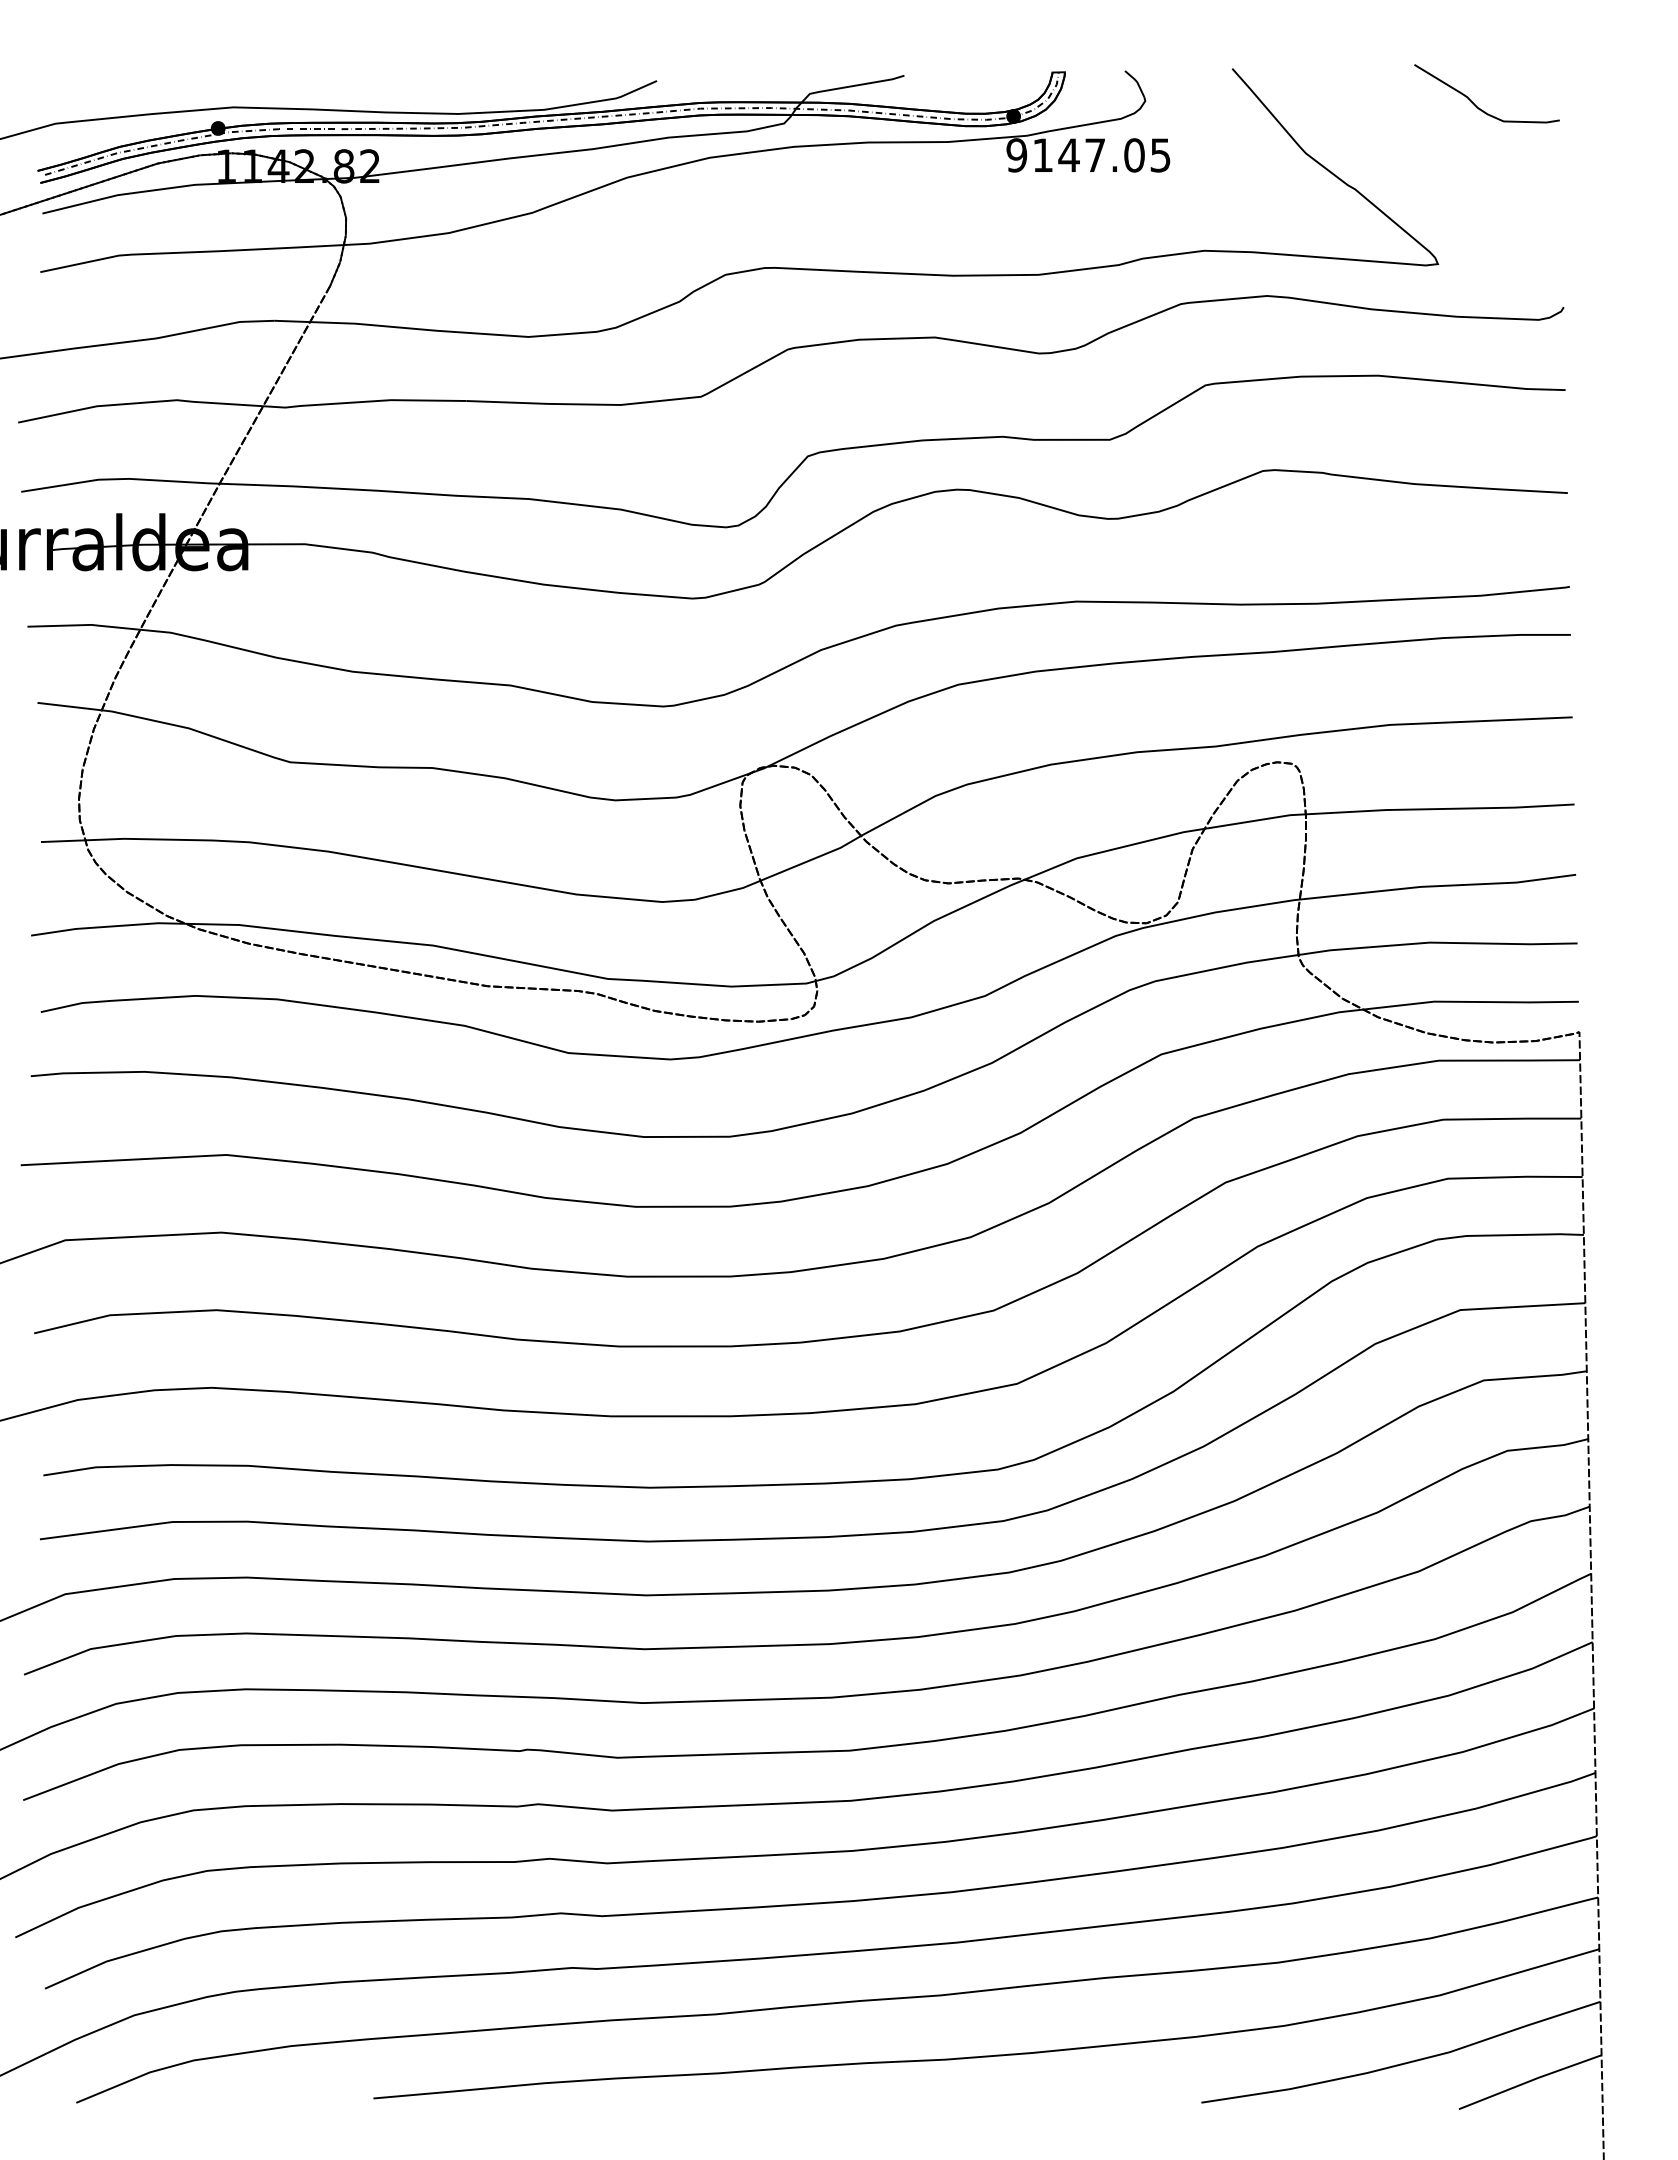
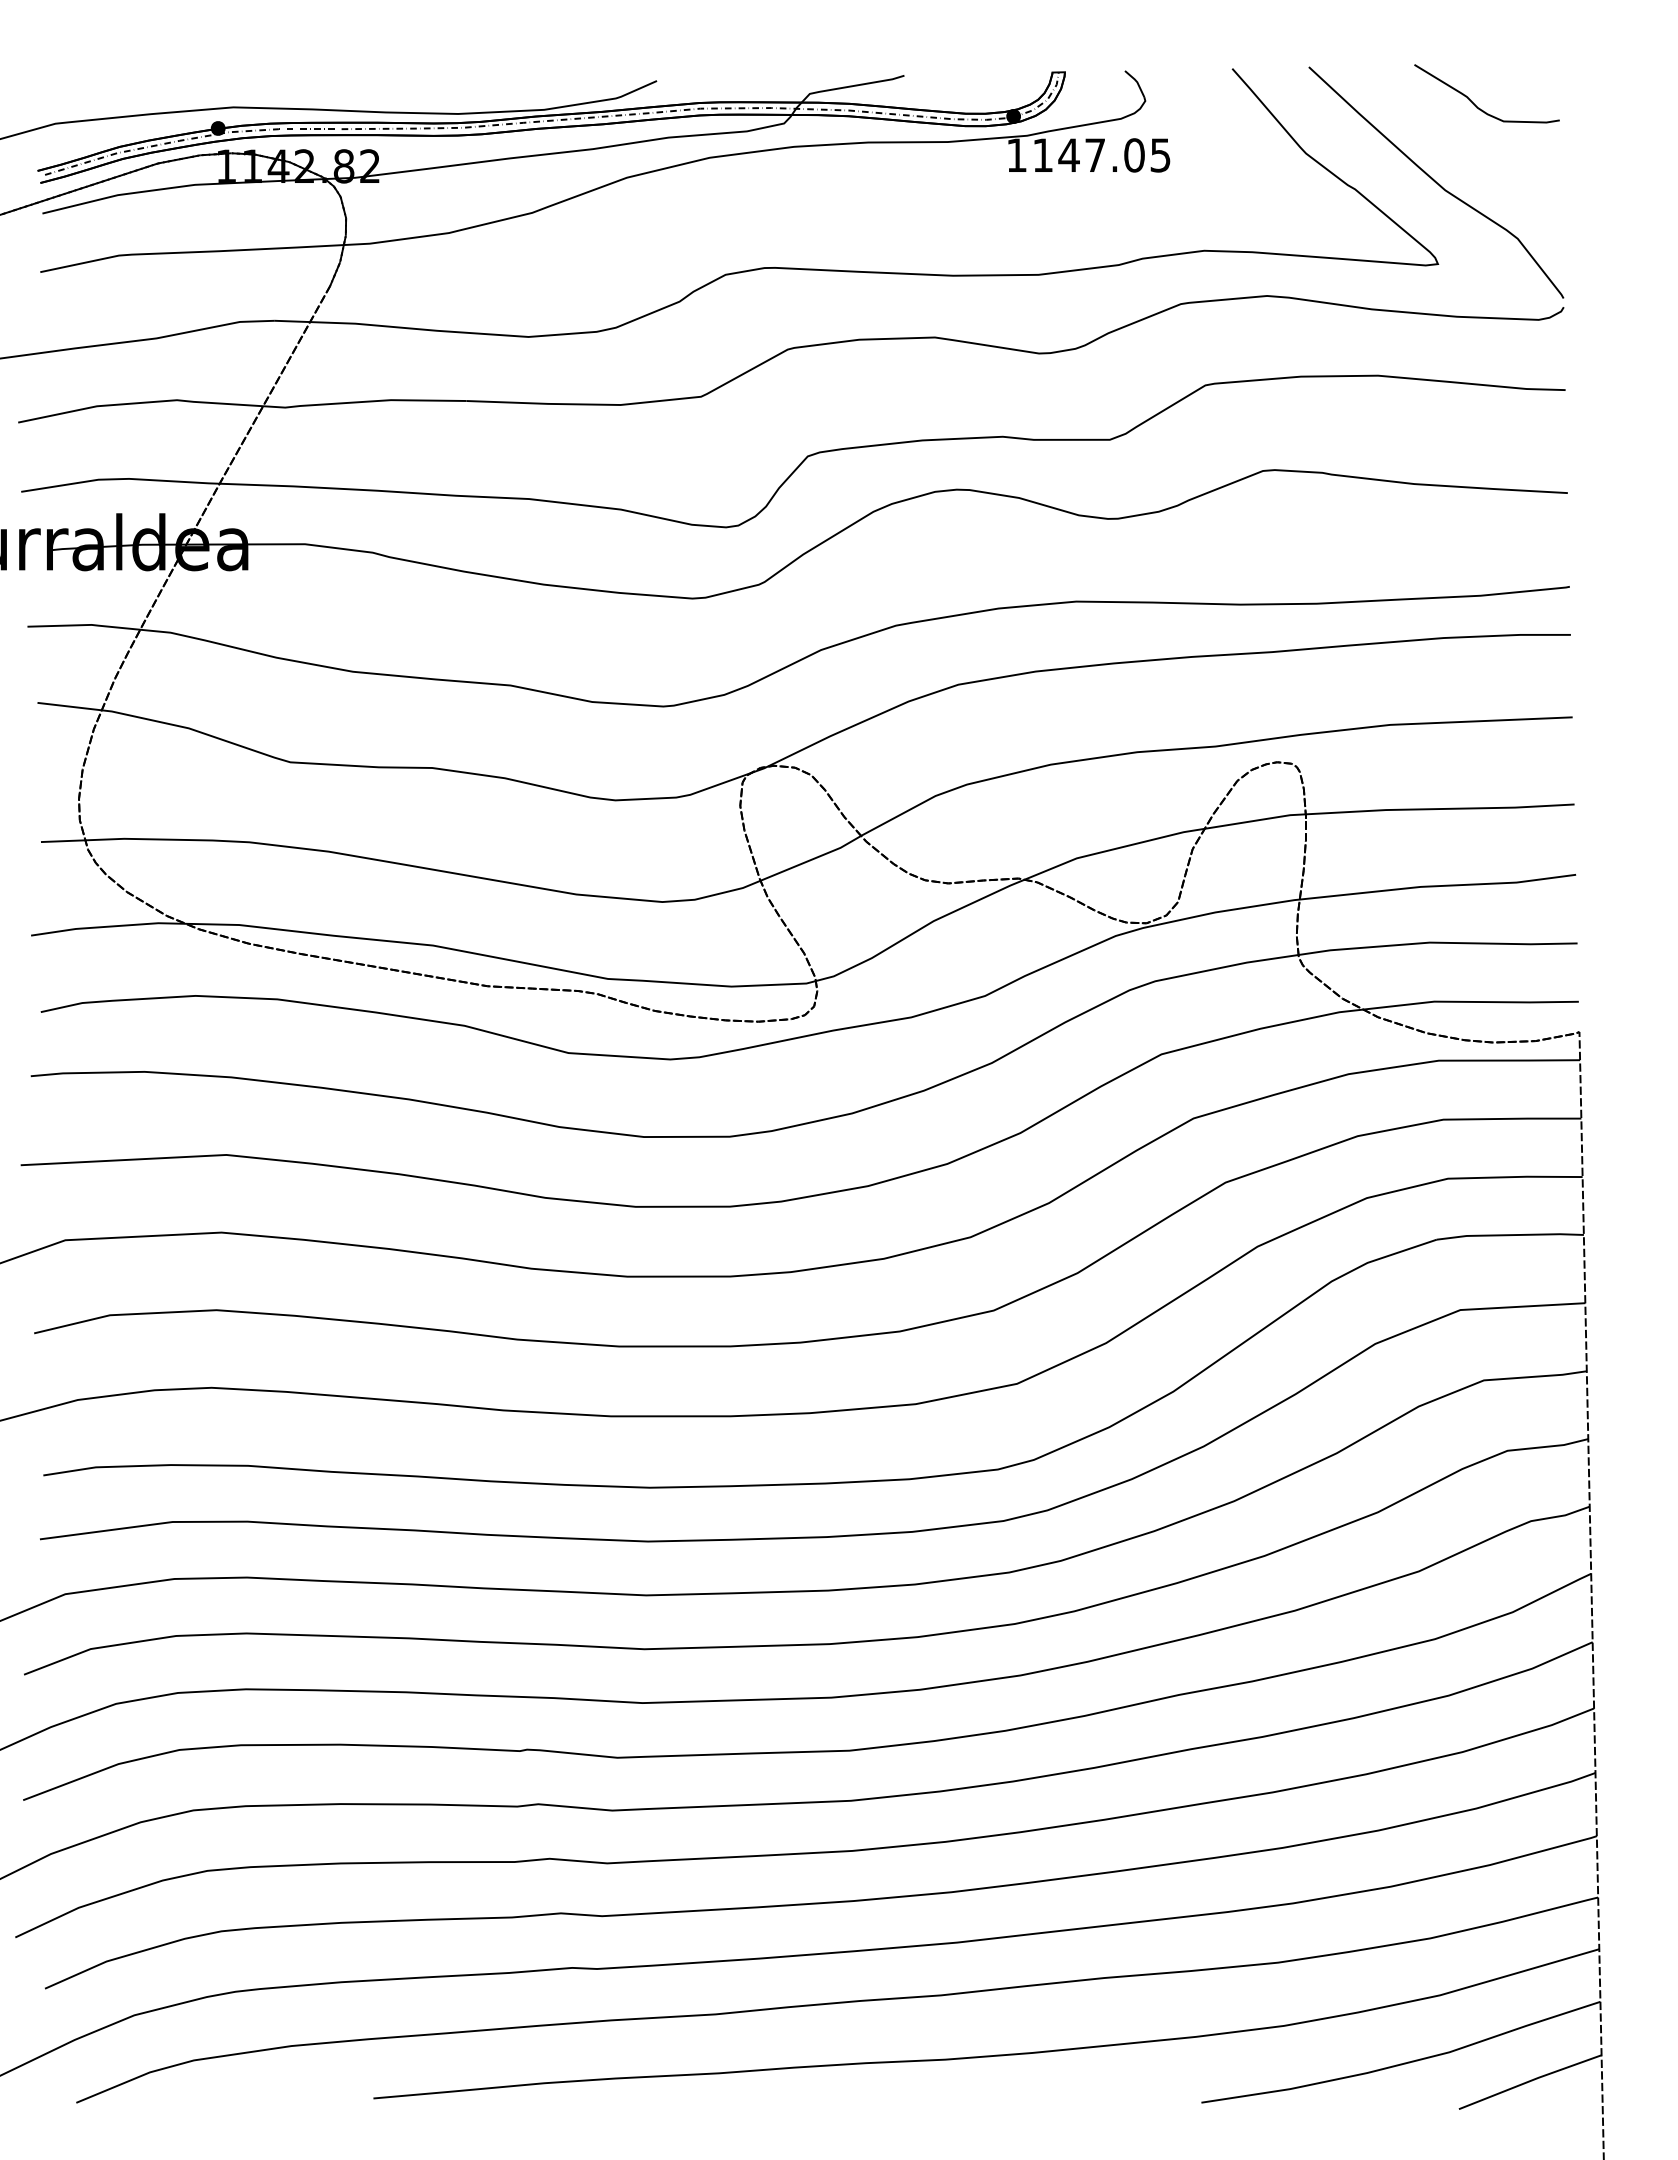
text at (1016, 155): 9147.05 -> 1147.05
curve at (1436, 182): none -> present
